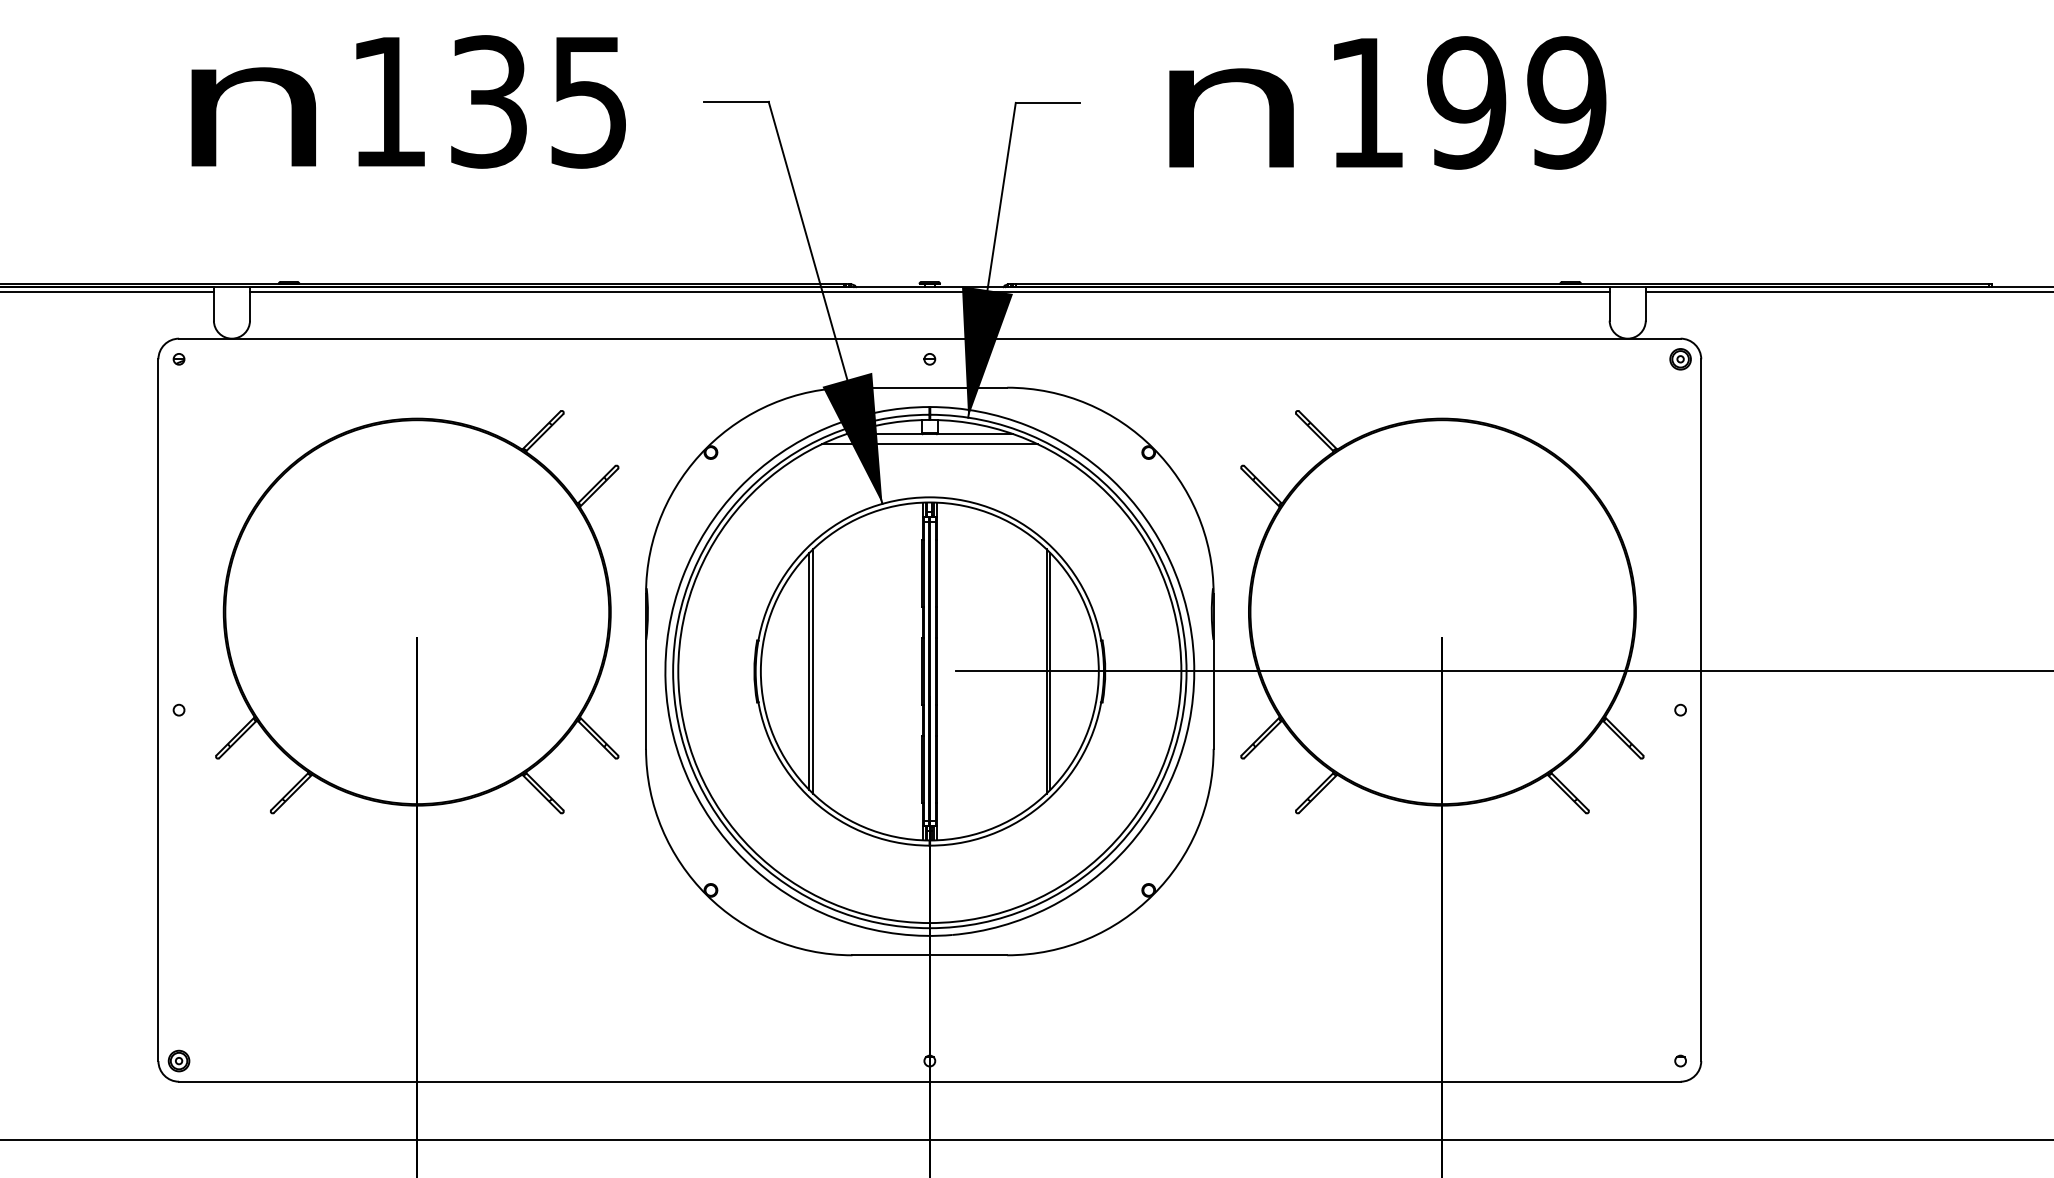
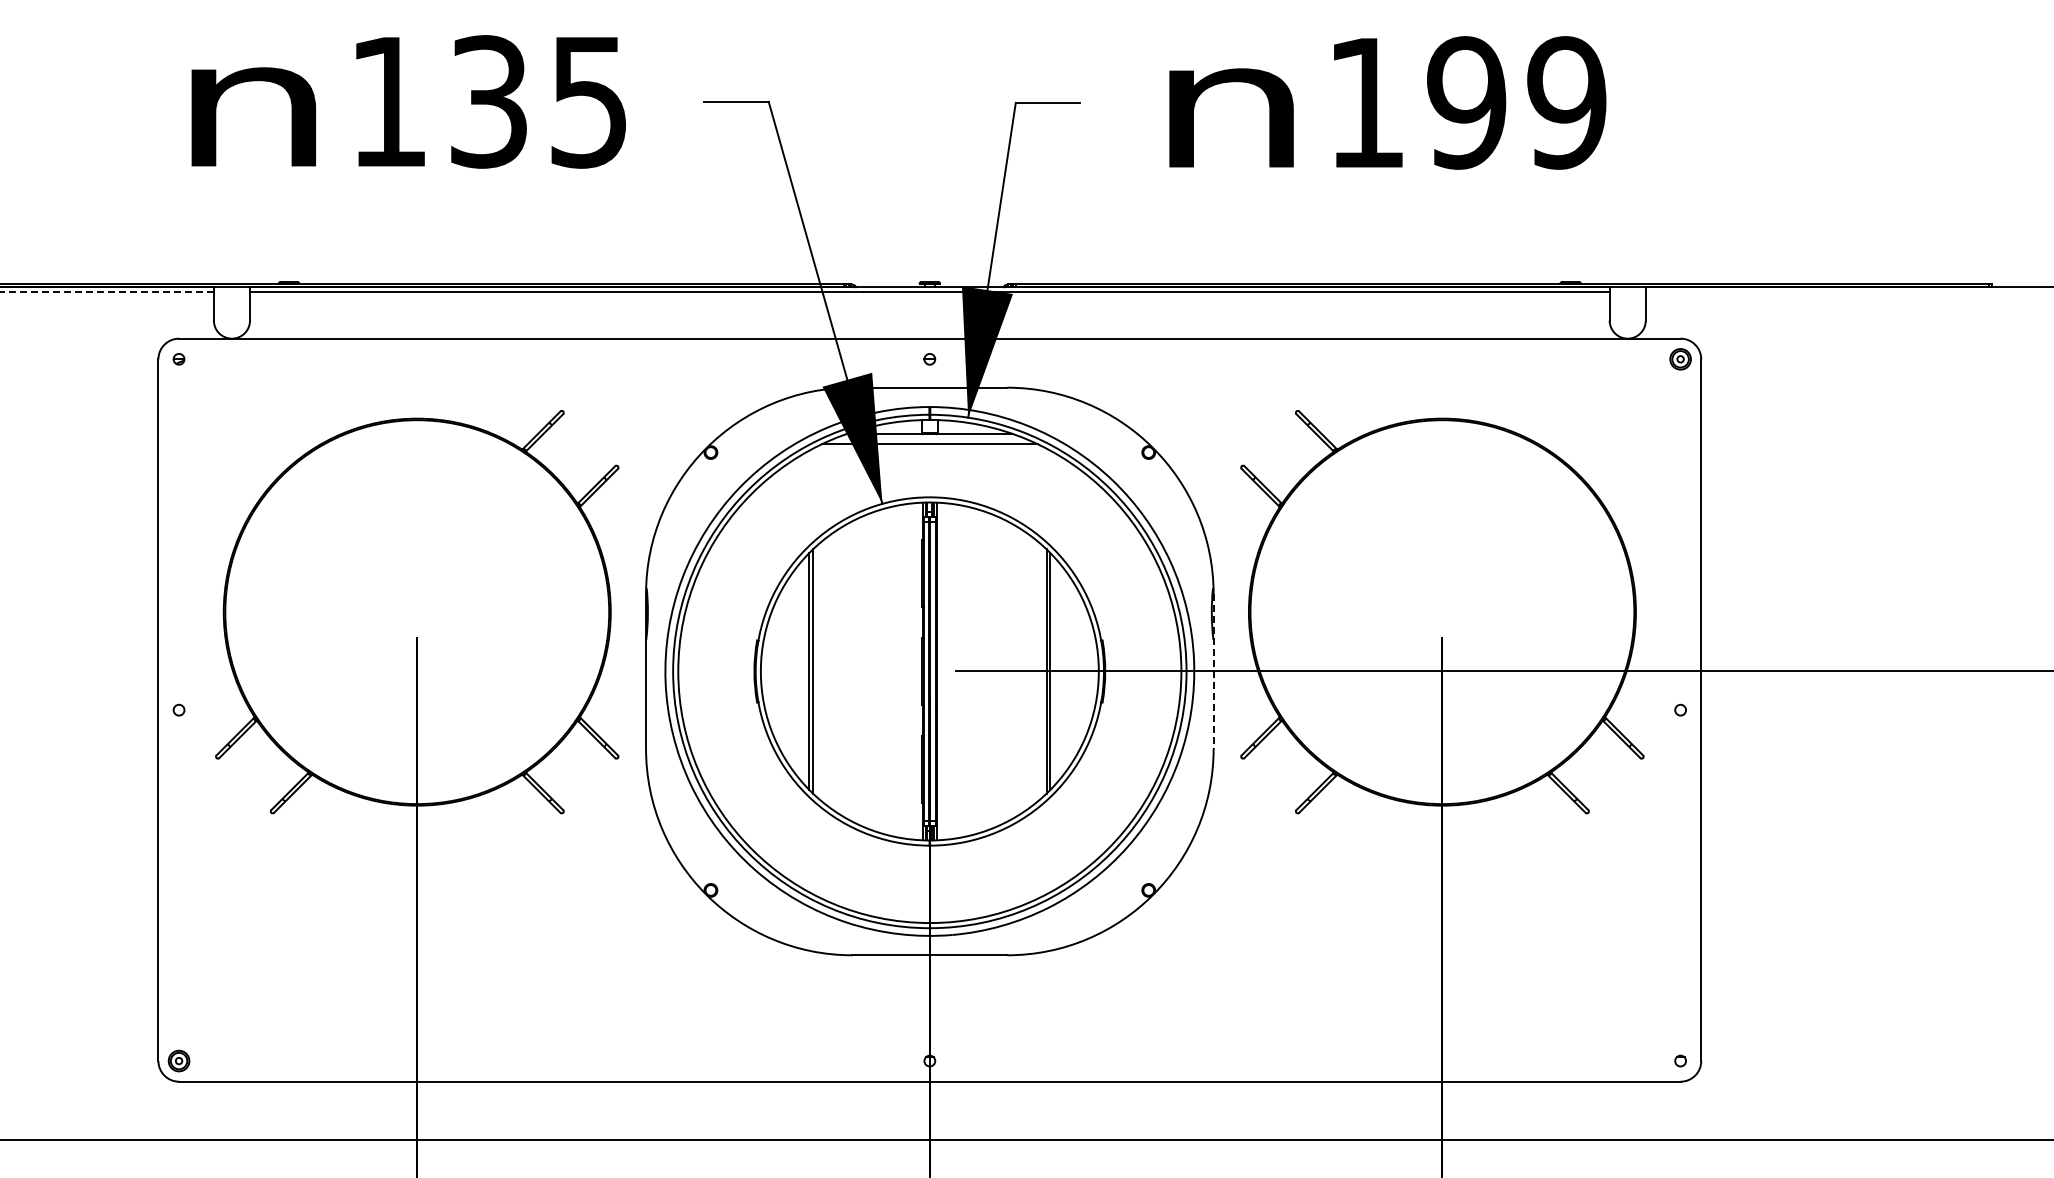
line at (107, 292): solid -> dashed
line at (1847, 292): present -> none
line at (1213, 672): solid -> dashed
